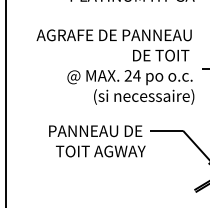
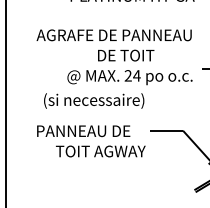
text at (161, 55) position: (161, 55) -> (126, 55)
text at (144, 96) position: (144, 96) -> (94, 100)
text at (95, 131) position: (95, 131) -> (83, 131)
